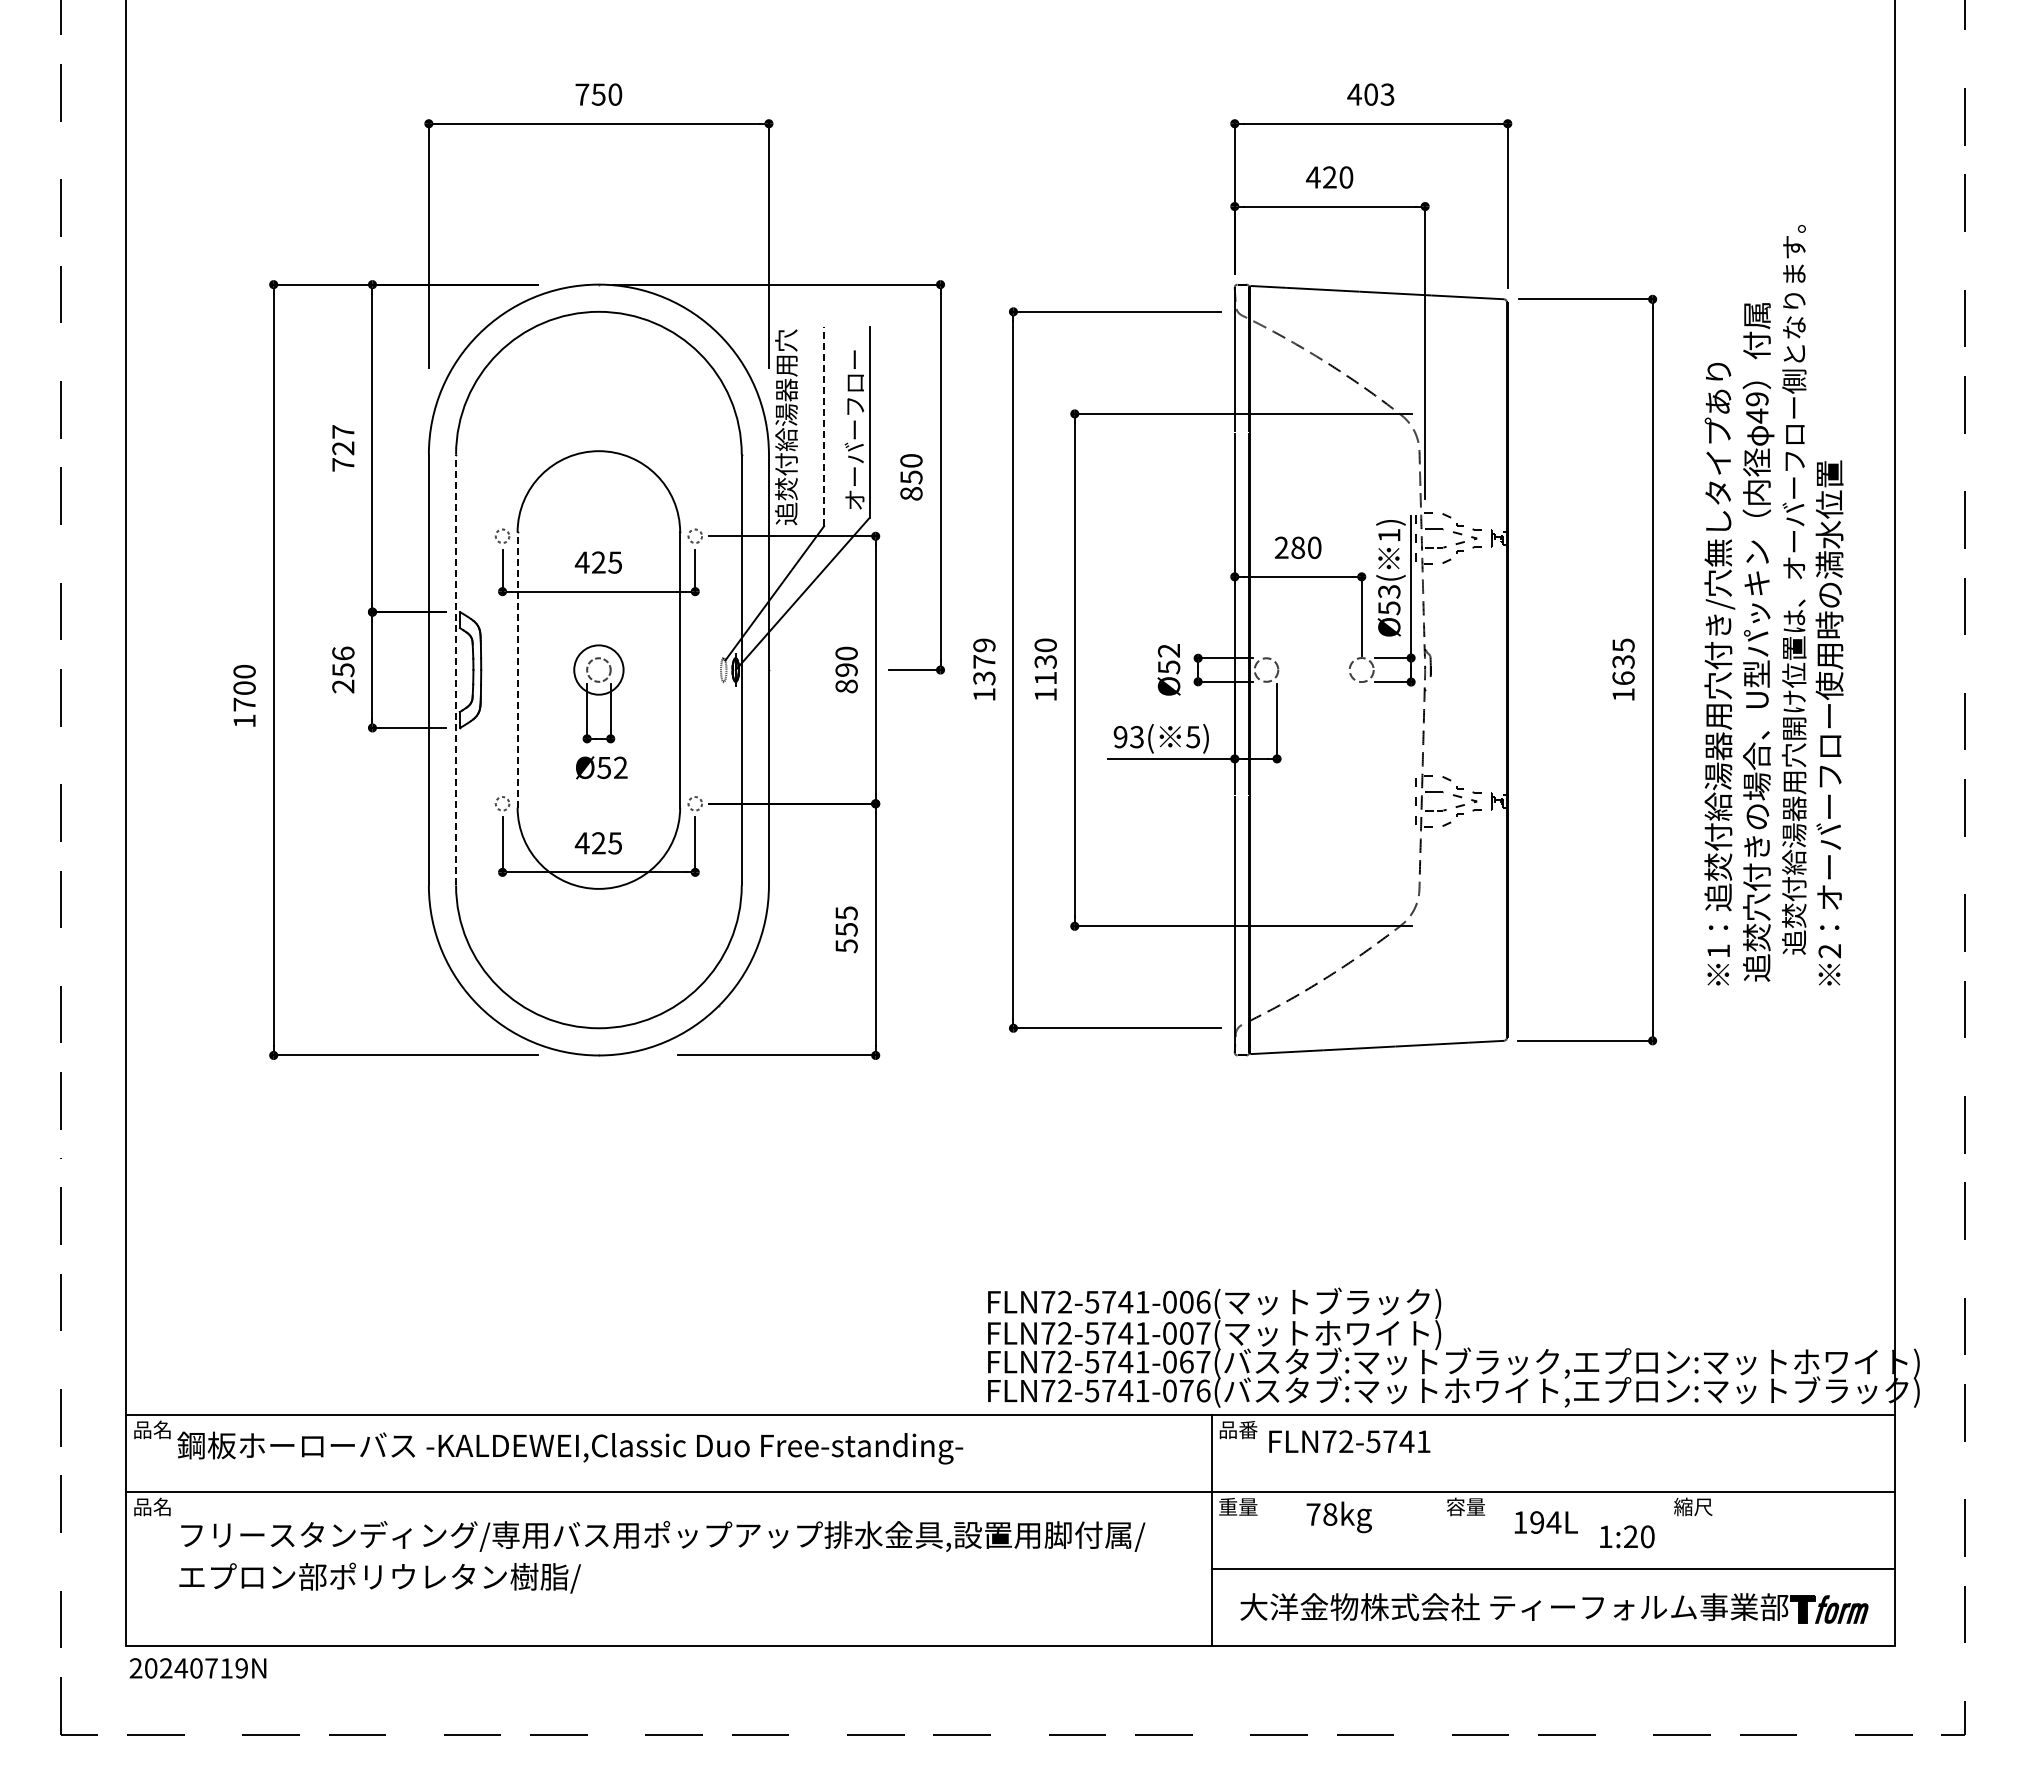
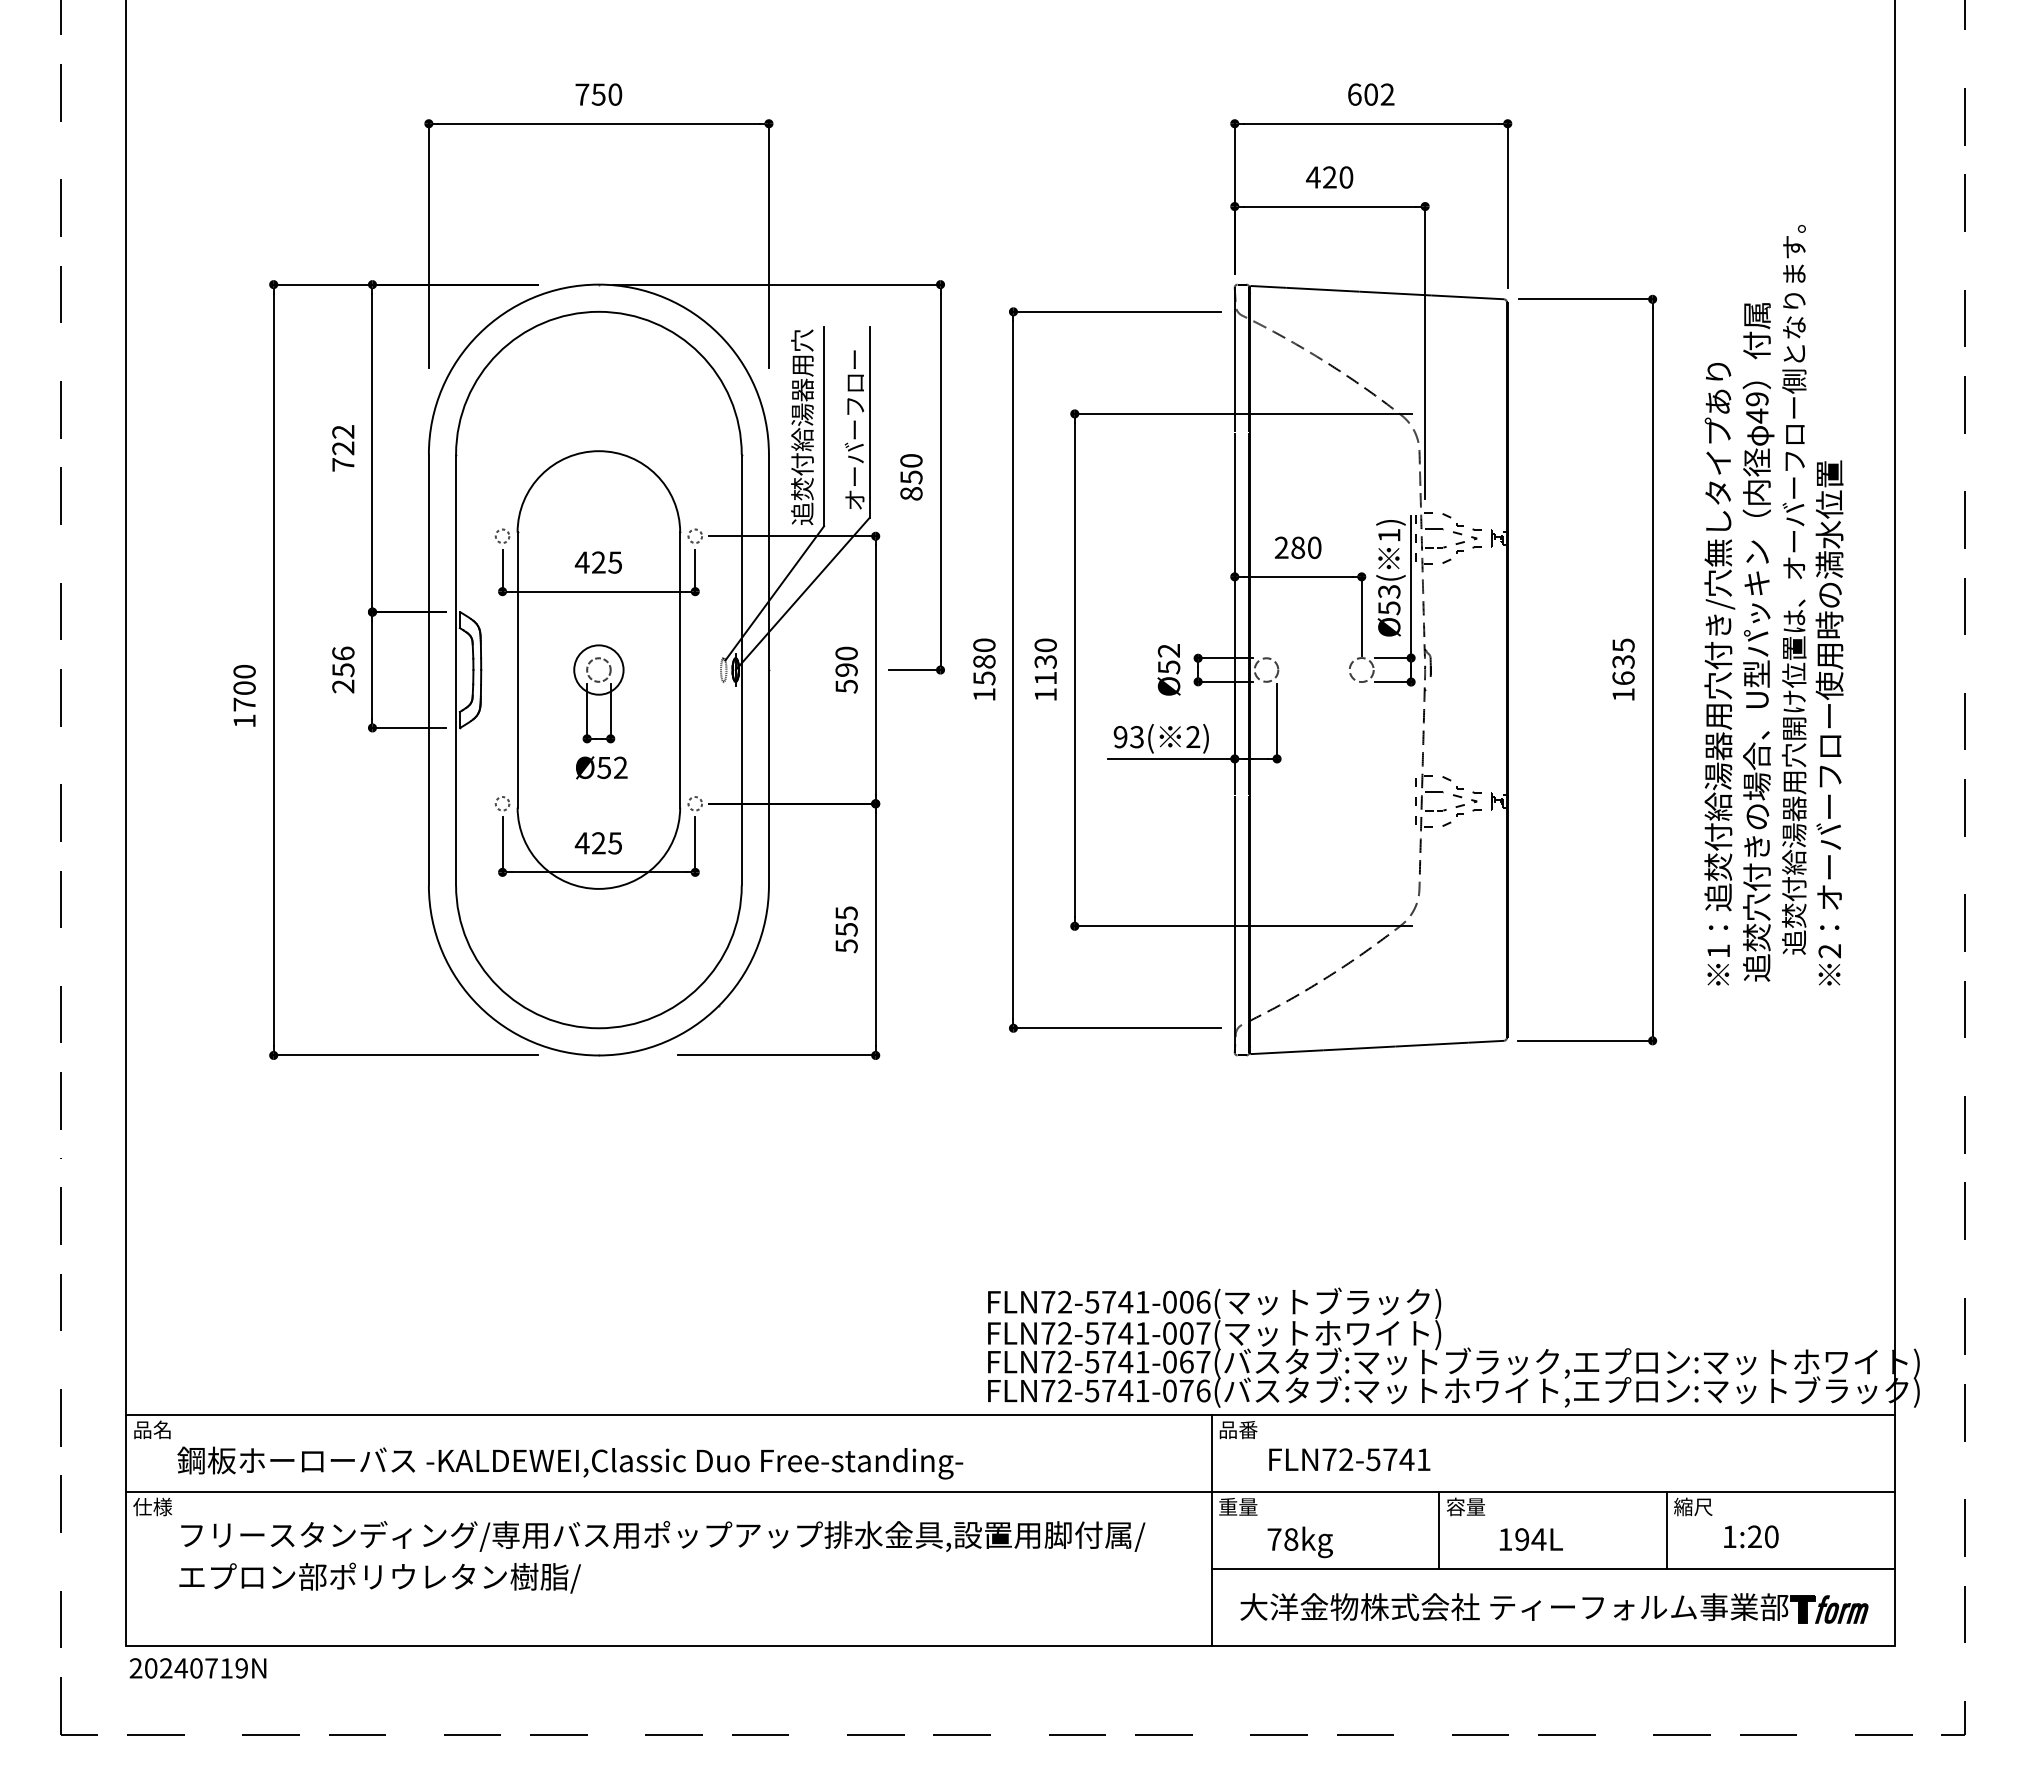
text at (1370, 94): 403 -> 602
line at (824, 426): dashed -> solid
text at (786, 427) position: (786, 427) -> (802, 427)
text at (343, 431): 727 -> 722
text at (984, 661): 1379 -> 1580
line at (456, 669): dashed -> solid
line at (517, 670): dashed -> solid
text at (846, 686): 890 -> 590
text at (1193, 737): 5) -> 2)
text at (1349, 1441) position: (1349, 1441) -> (1349, 1459)
text at (570, 1447) position: (570, 1447) -> (570, 1462)
text at (152, 1506): 品名 -> 仕様
text at (1338, 1517) position: (1338, 1517) -> (1299, 1542)
text at (1545, 1522) position: (1545, 1522) -> (1530, 1539)
line at (1439, 1530): none -> present
line at (1667, 1530): none -> present
text at (1627, 1536) position: (1627, 1536) -> (1751, 1536)
